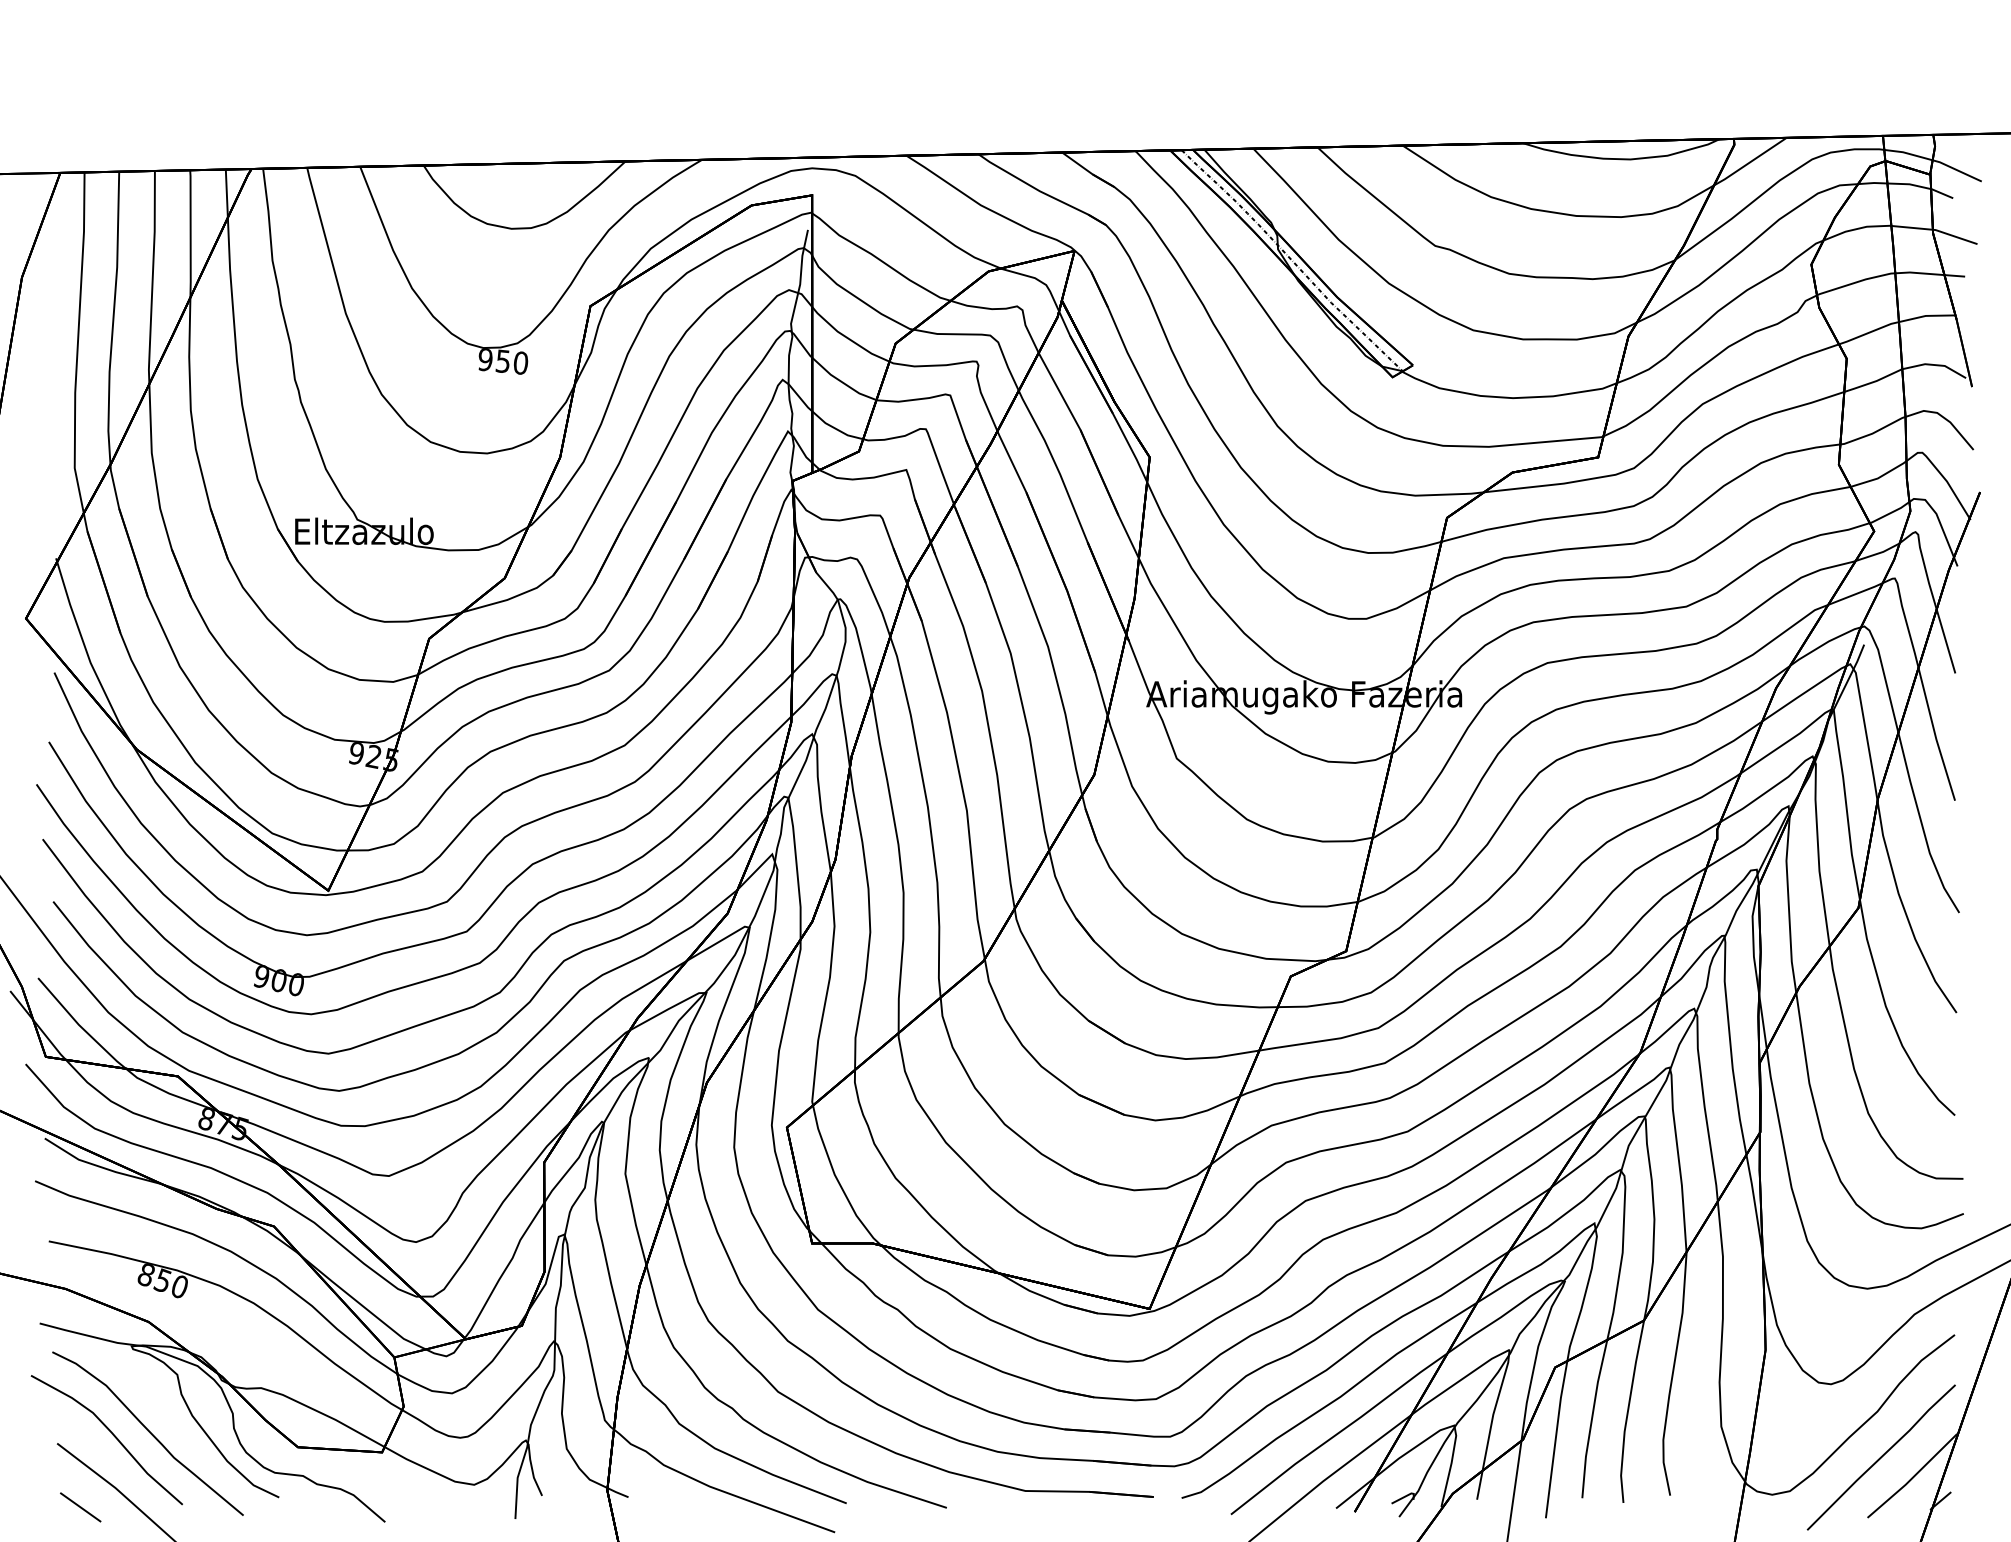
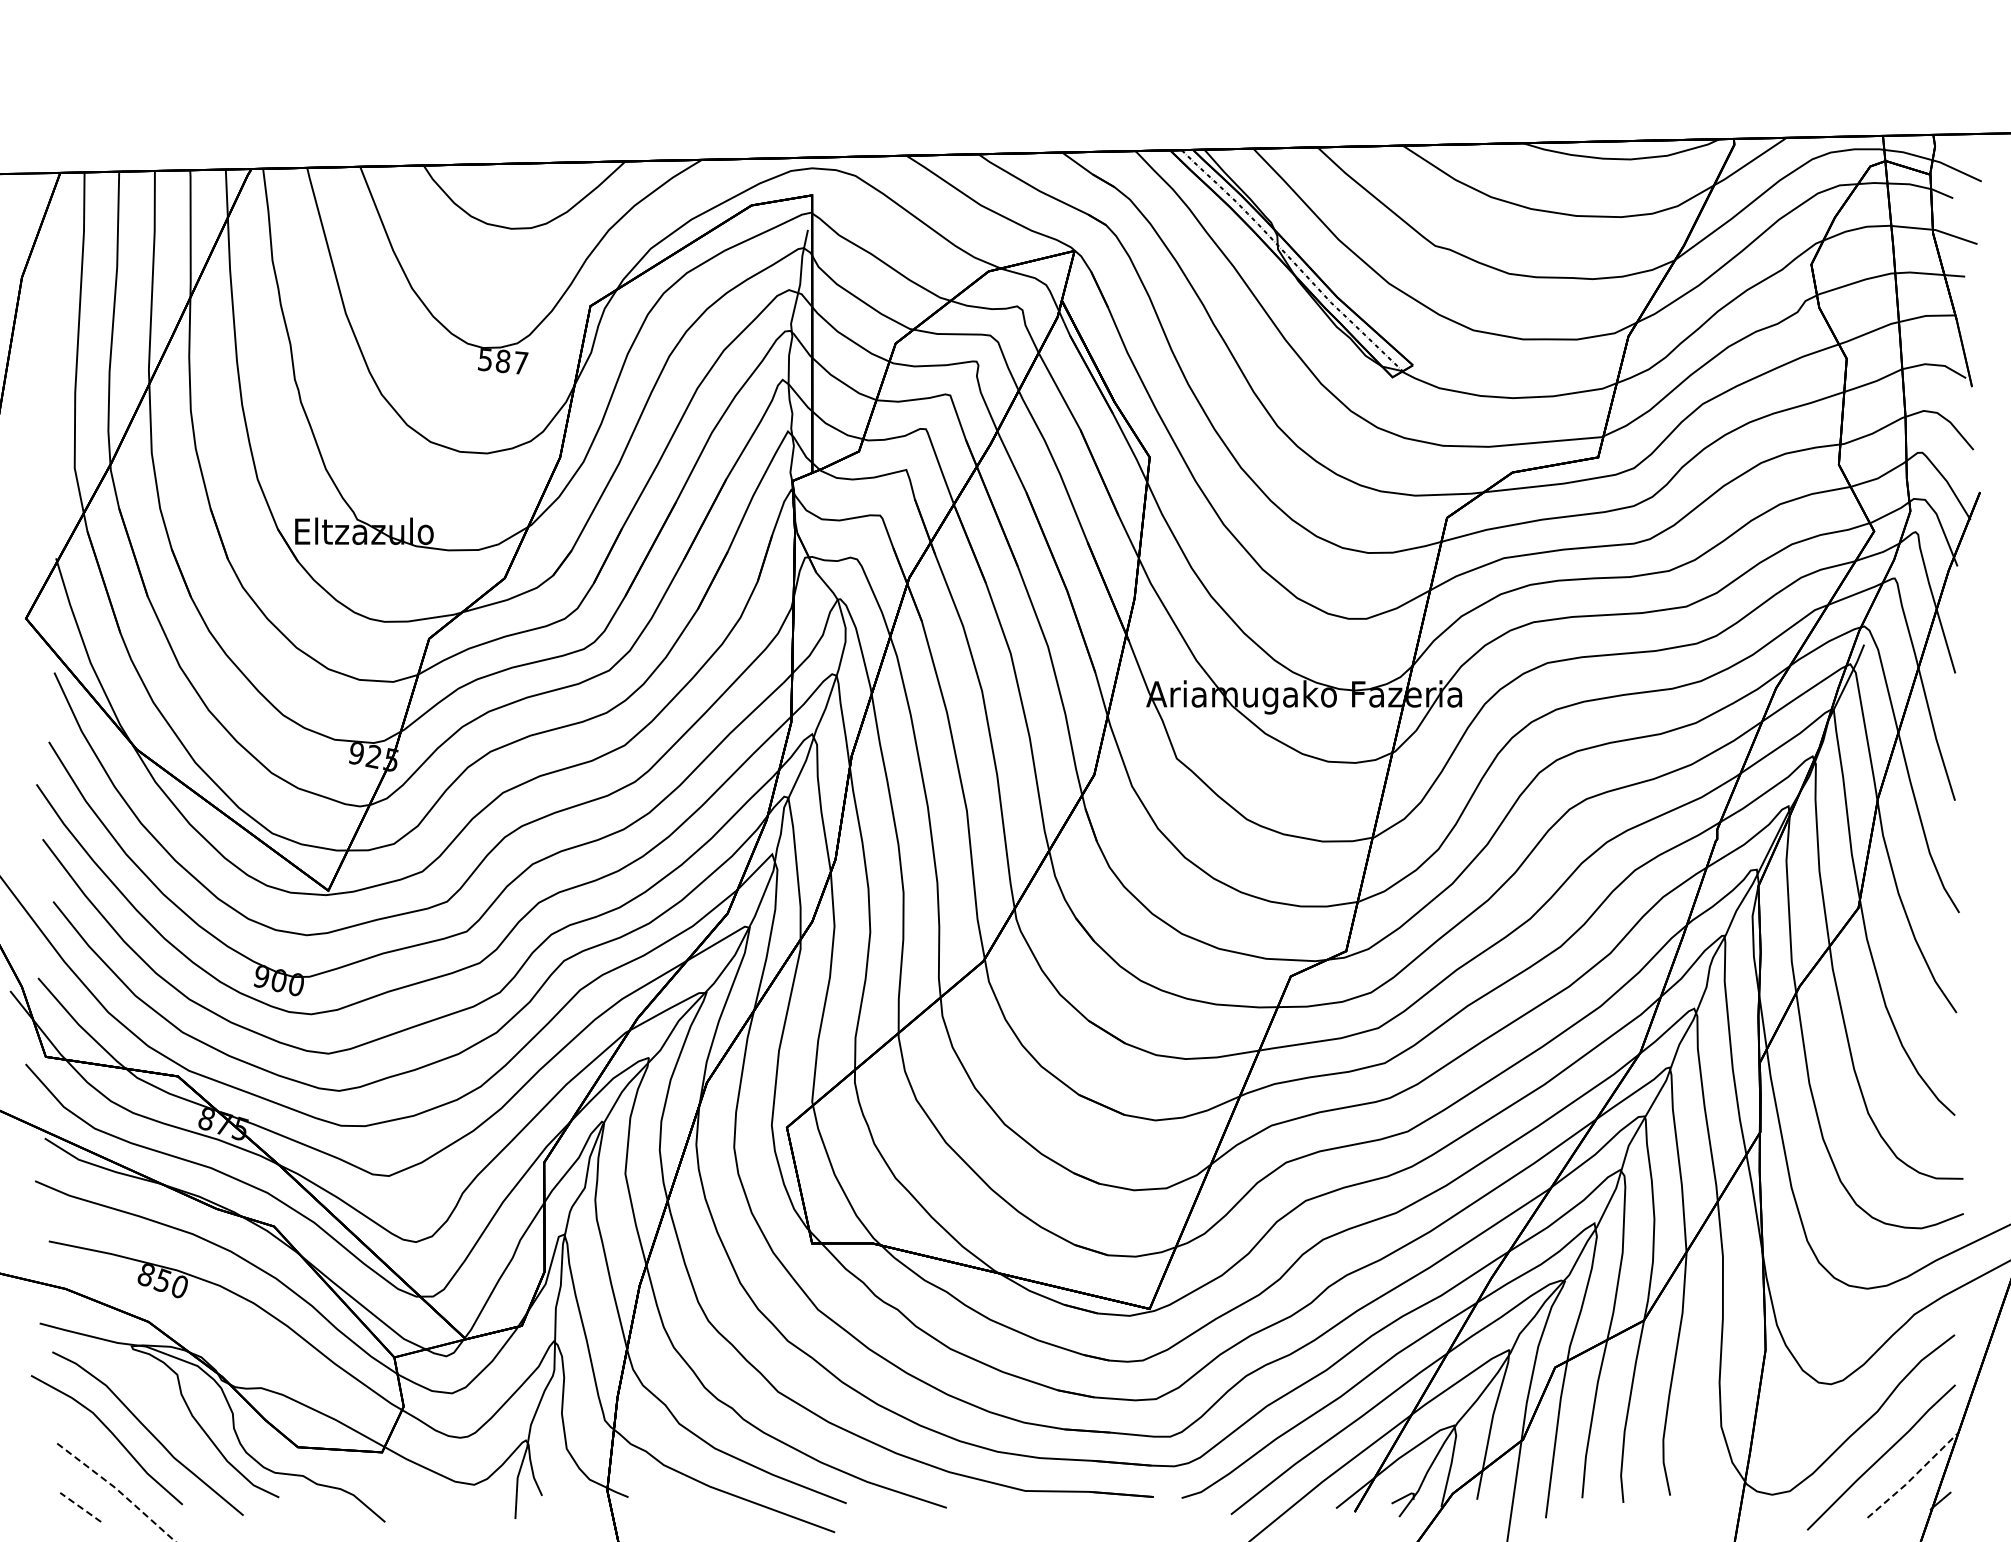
text at (502, 361): 950 -> 587
line at (1913, 1477): solid -> dashed
line at (117, 1489): solid -> dashed
line at (80, 1507): solid -> dashed
